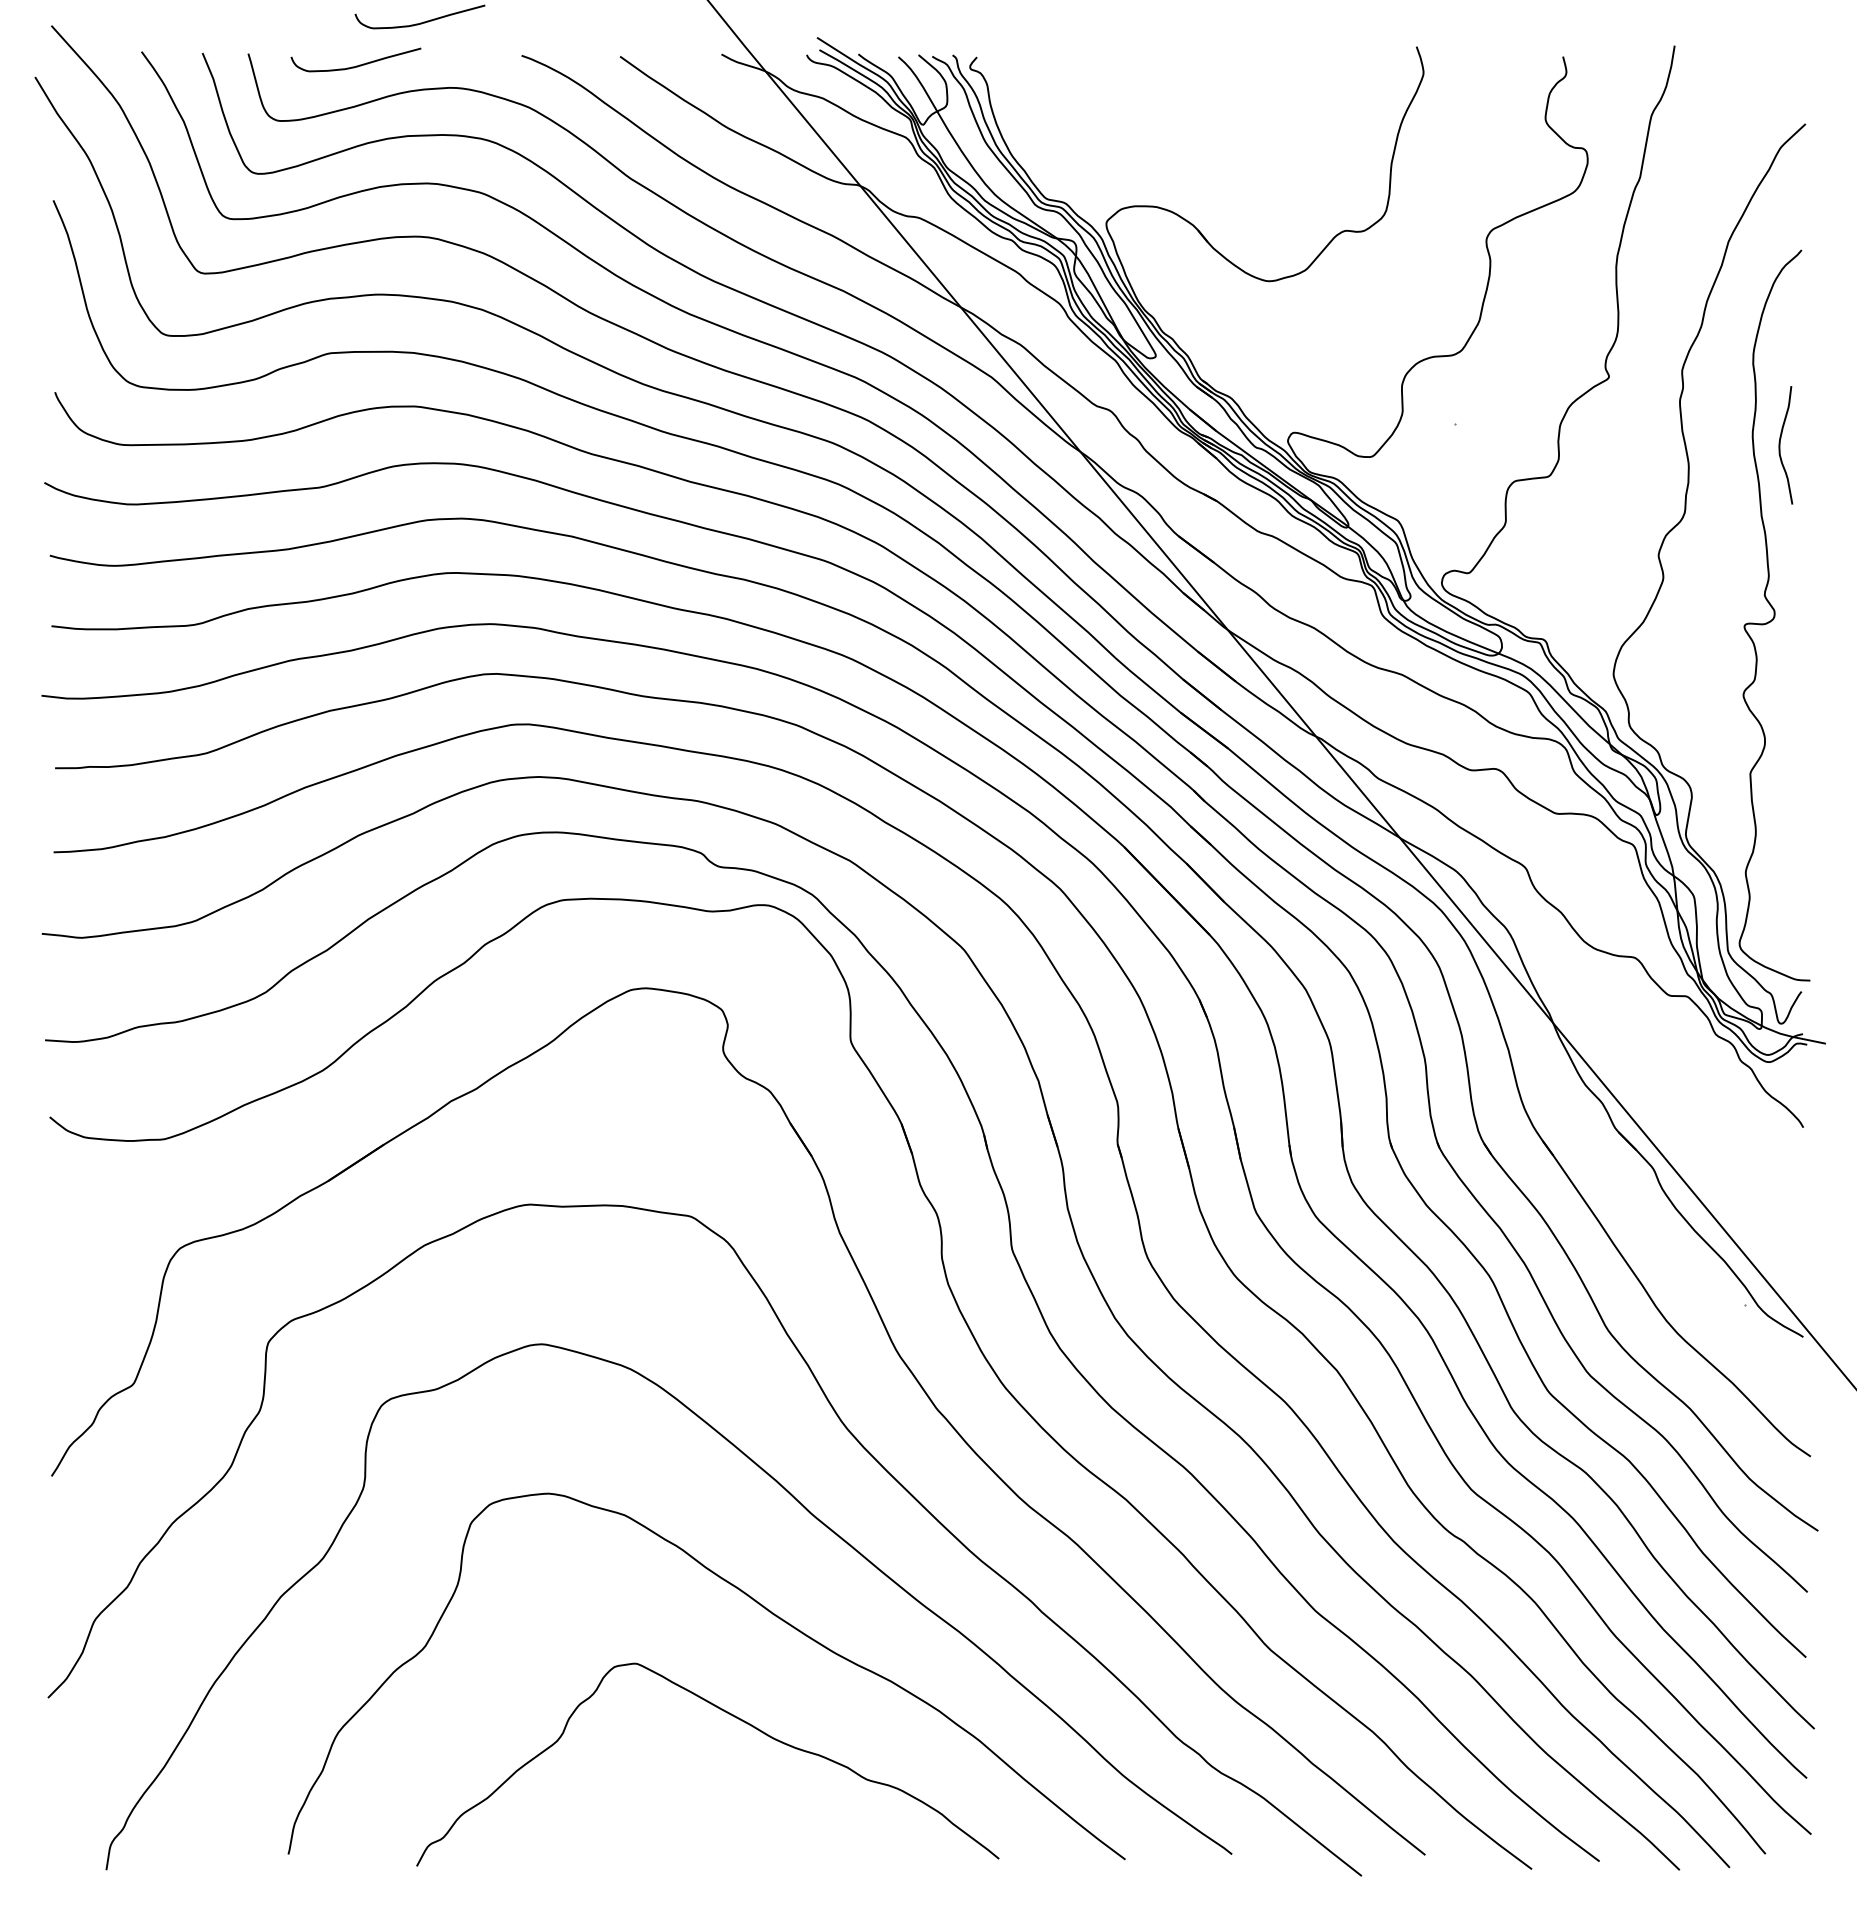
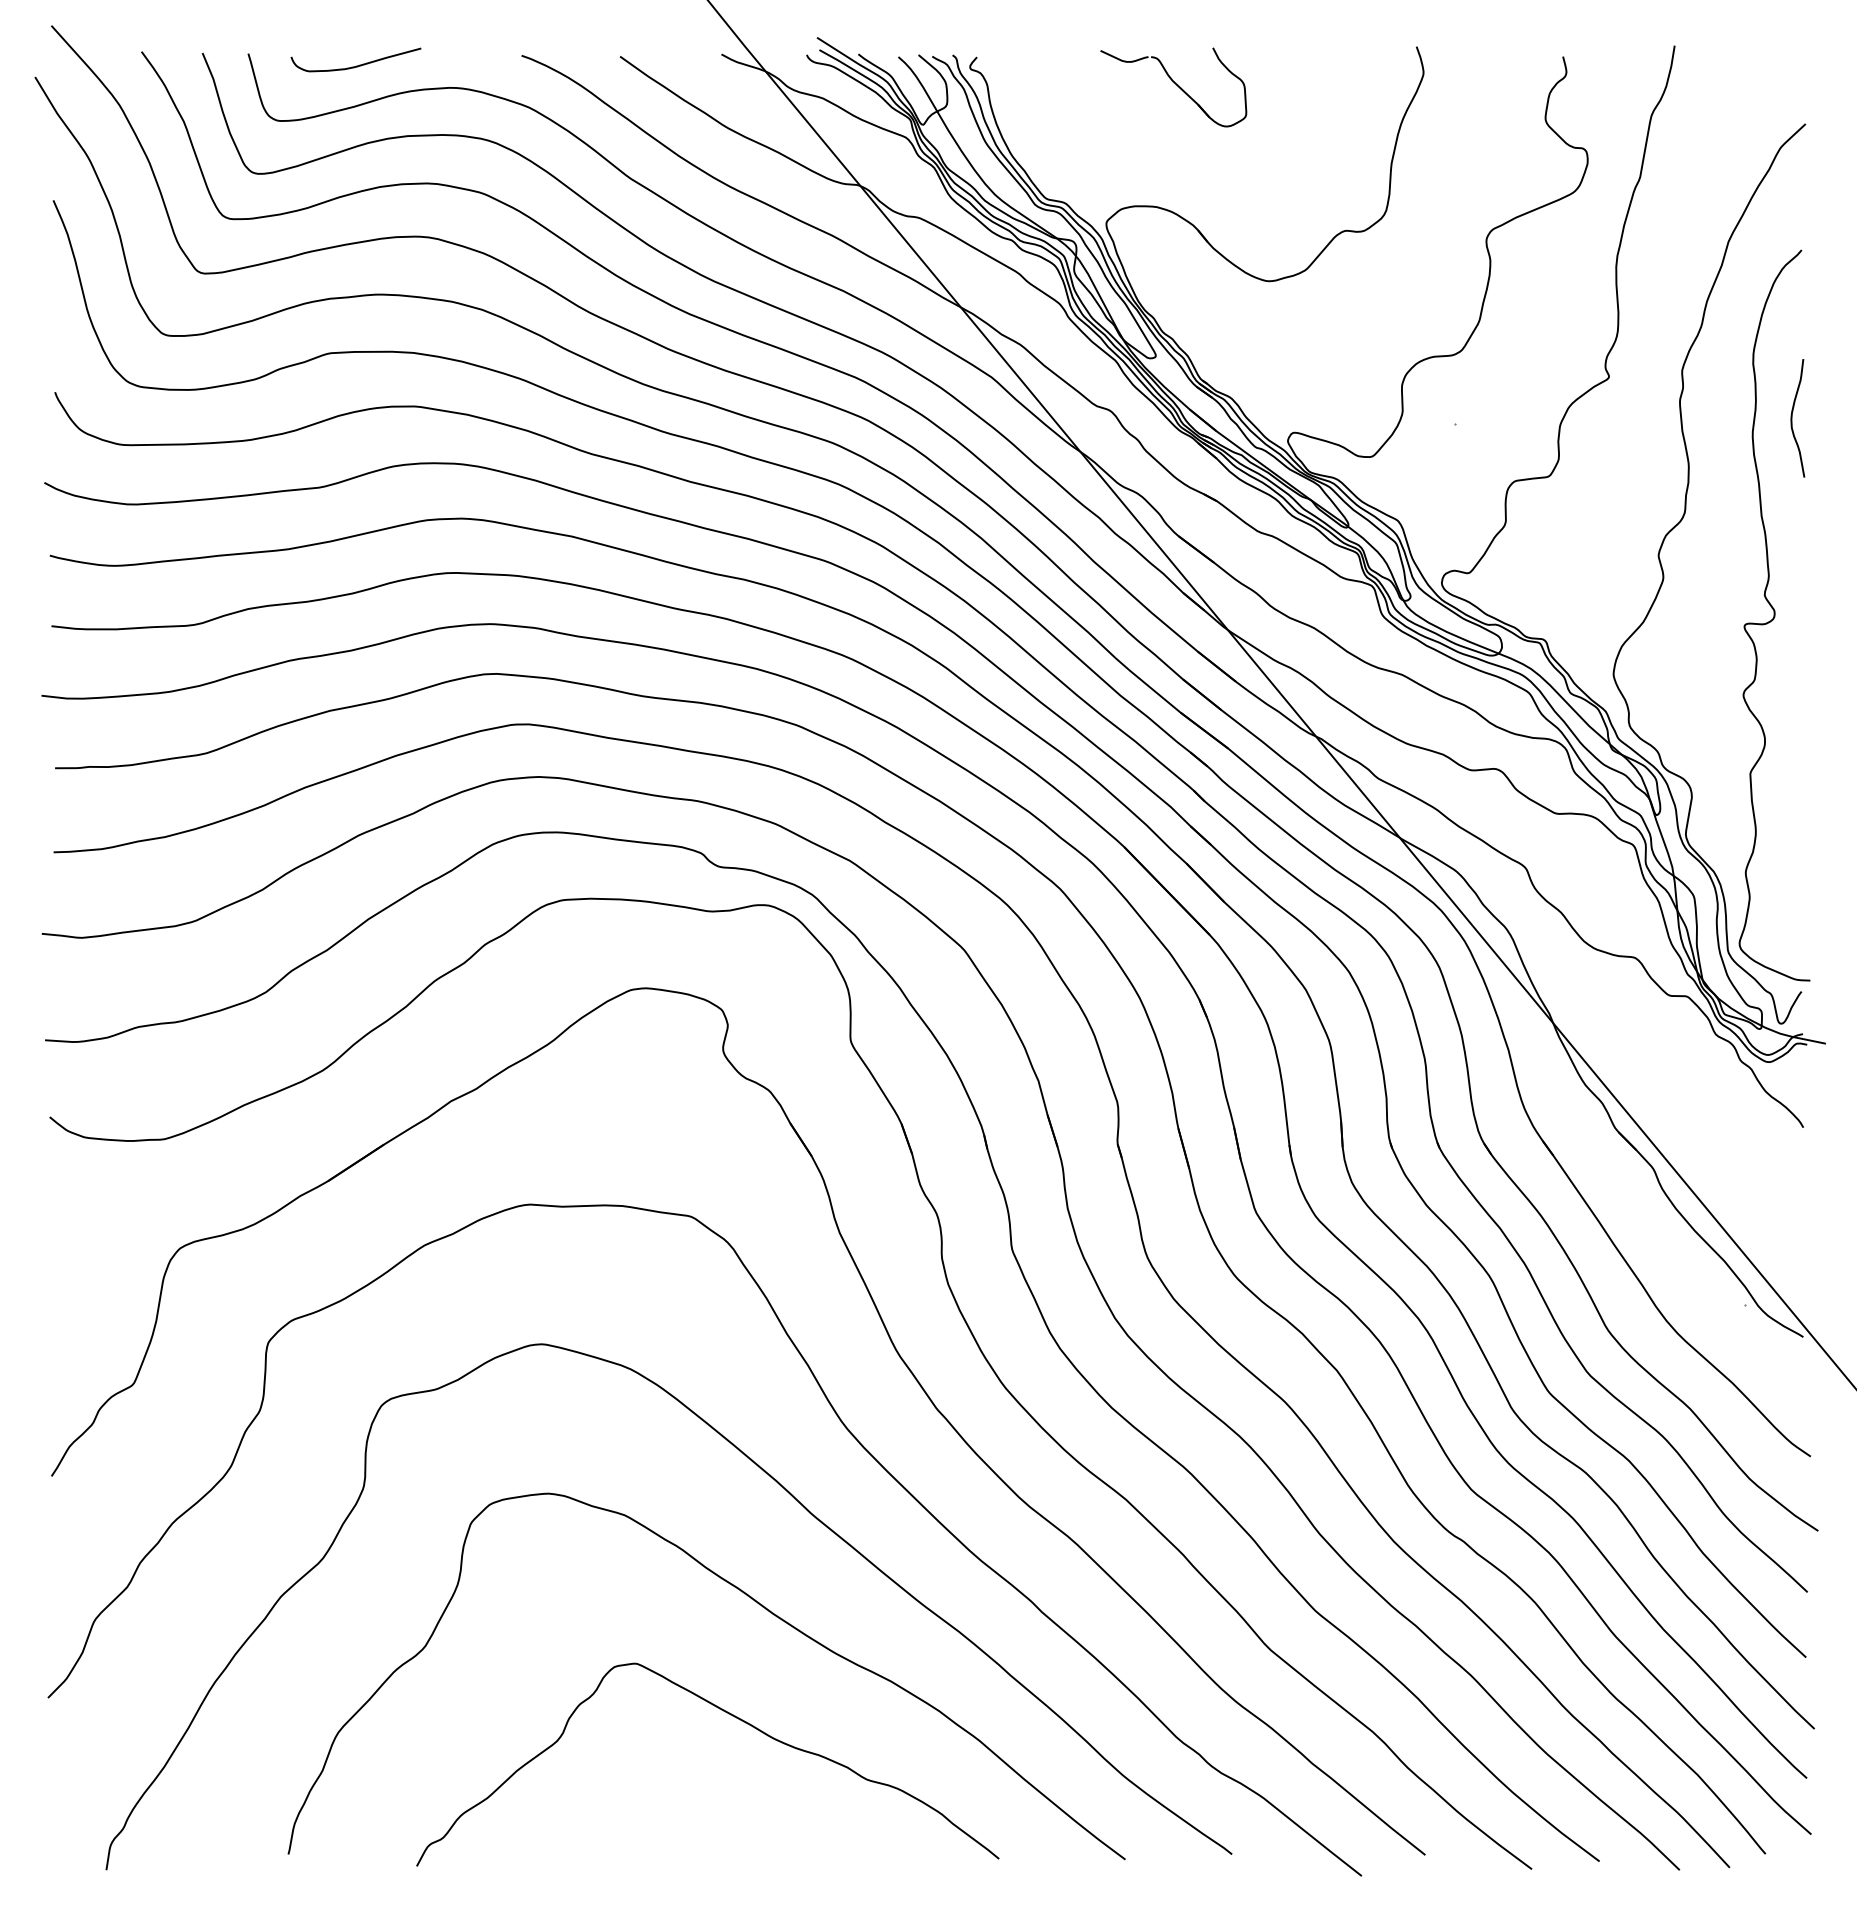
curve at (420, 22): present -> none
part at (1173, 87): none -> present
curve at (1780, 445) position: (1780, 445) -> (1792, 418)
